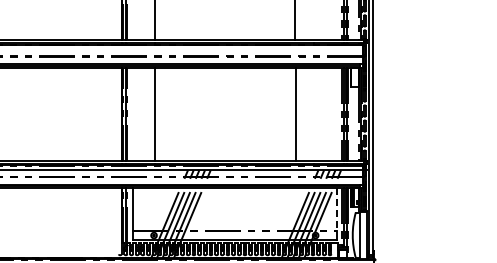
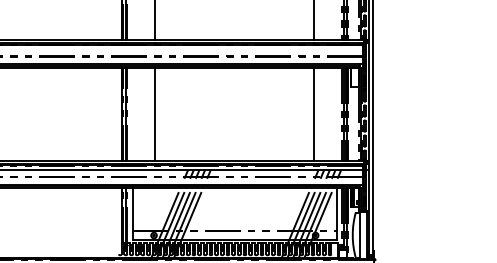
line at (295, 21) position: (295, 21) -> (314, 21)
line at (296, 113) position: (296, 113) -> (314, 113)
line at (336, 209): dashed -> solid
